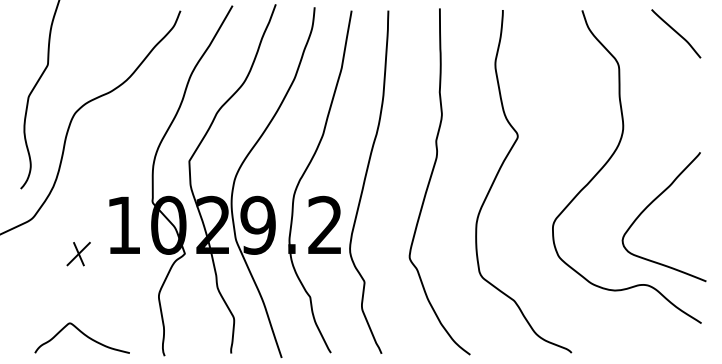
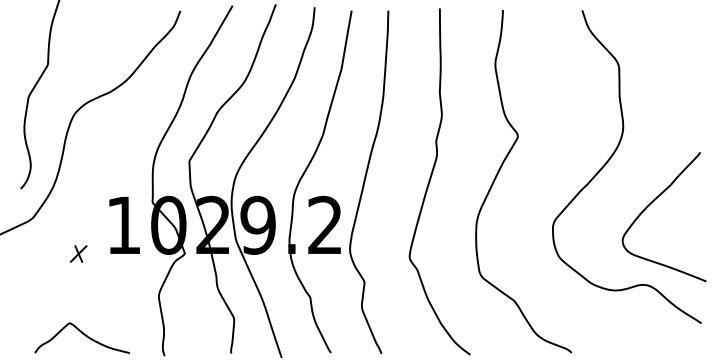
curve at (676, 33): present -> none
part at (78, 253) size: 25x26 px -> 19x18 px
